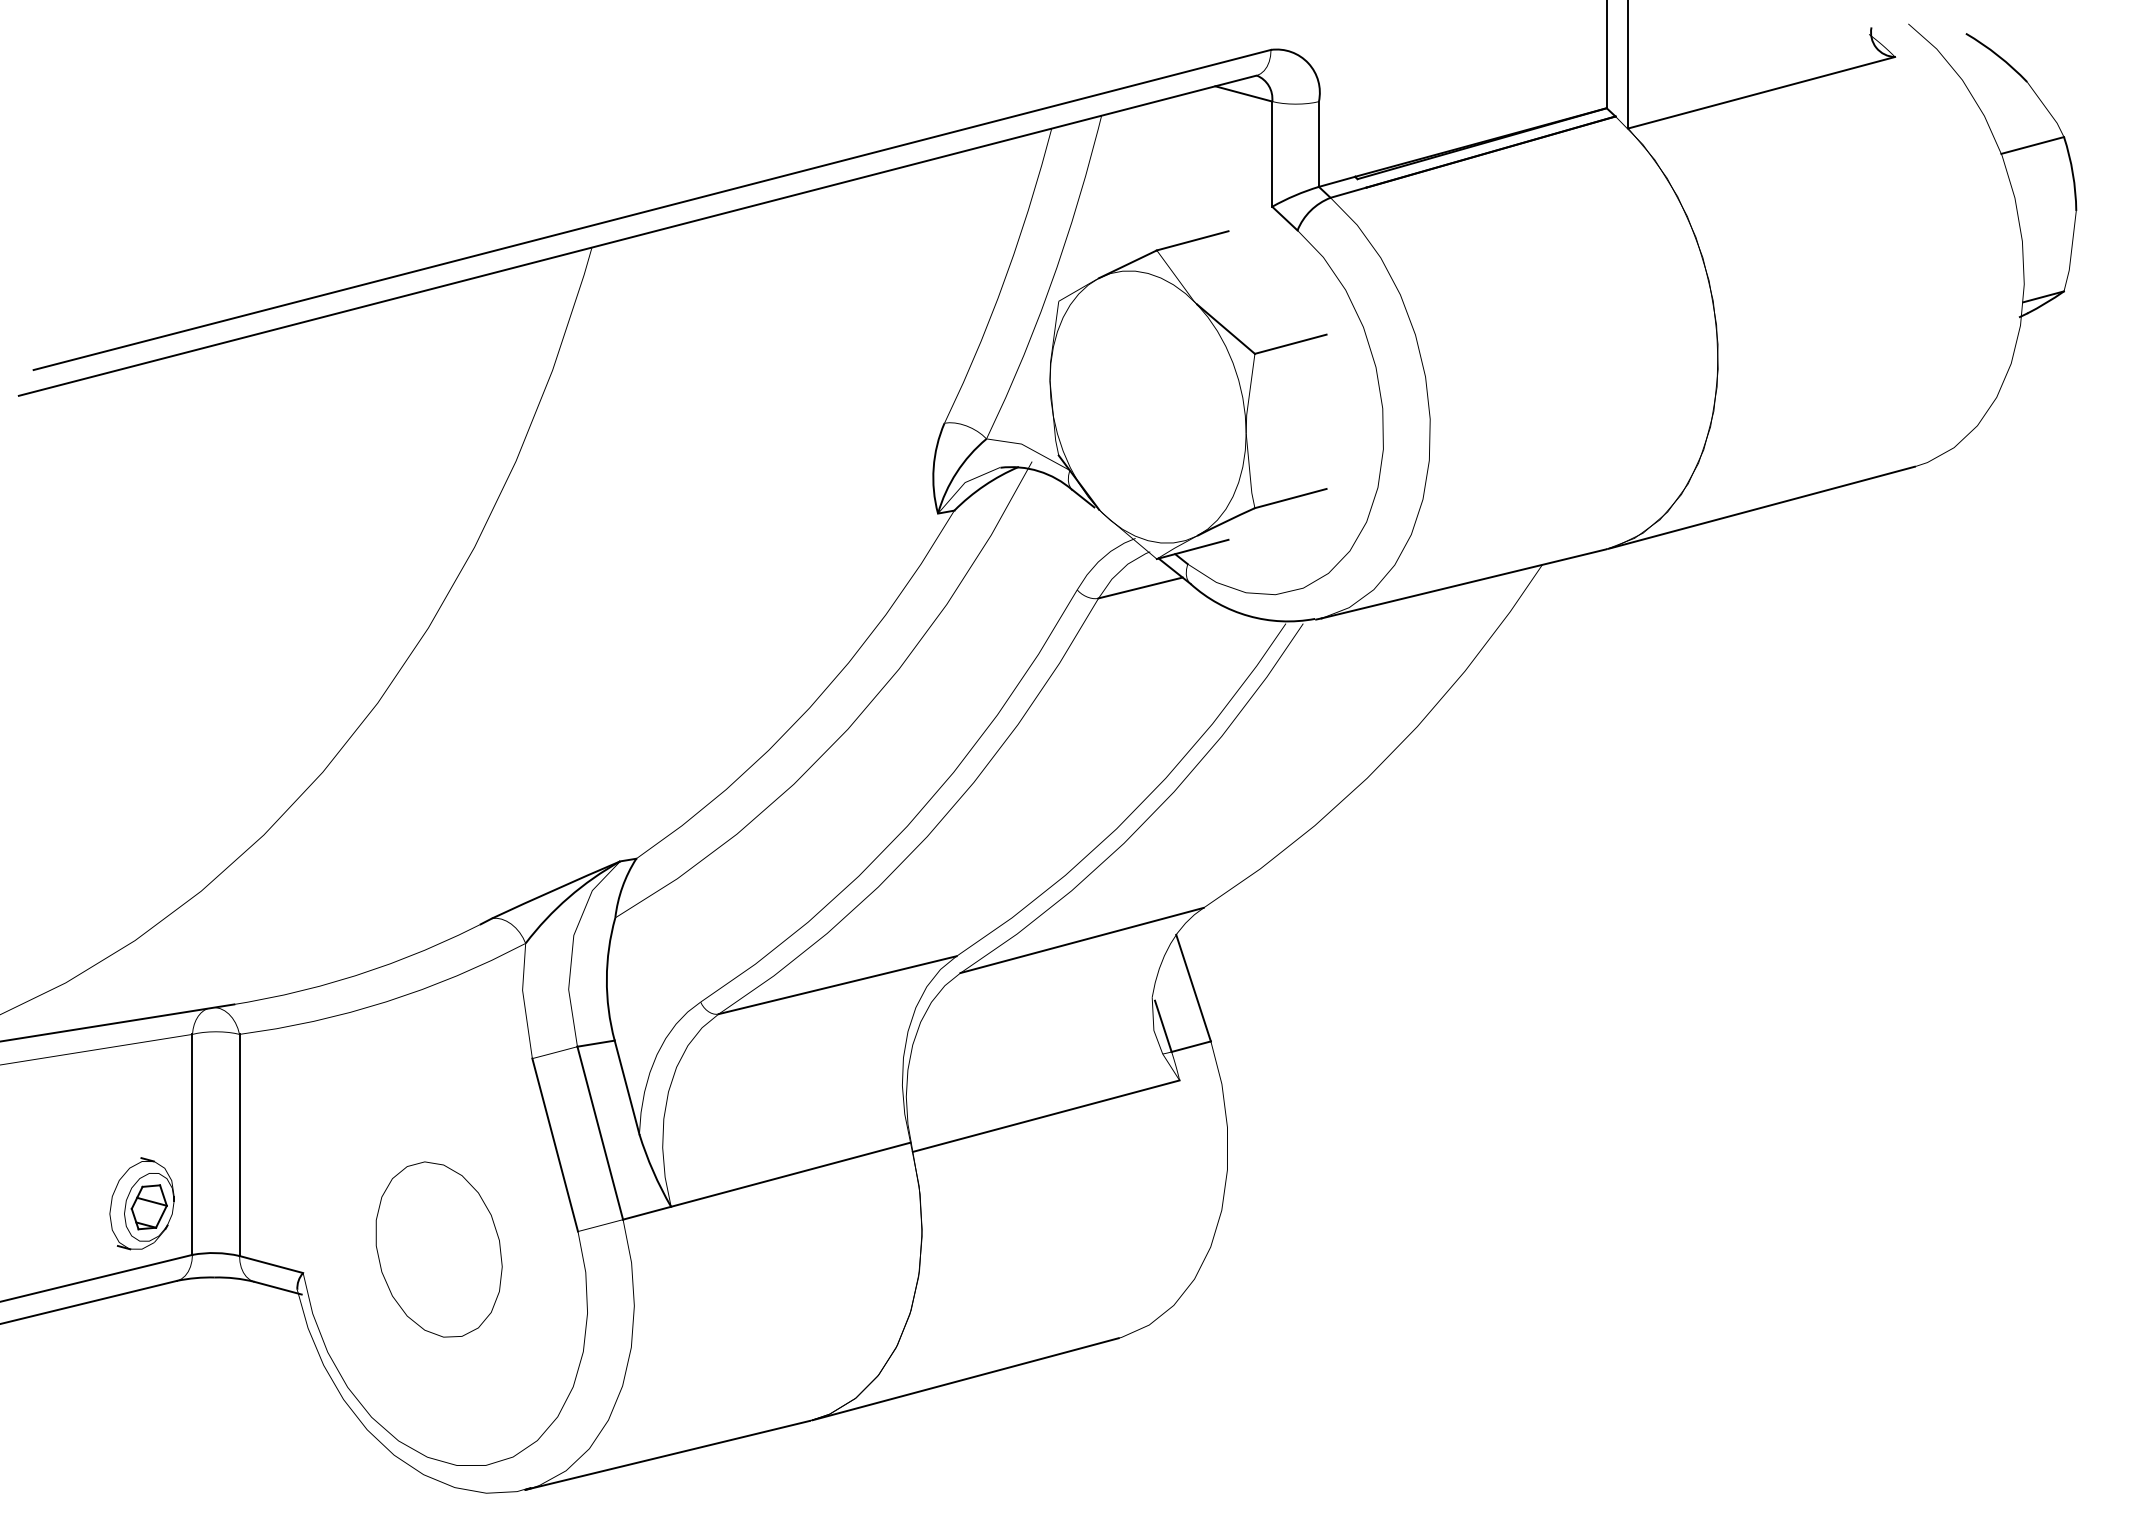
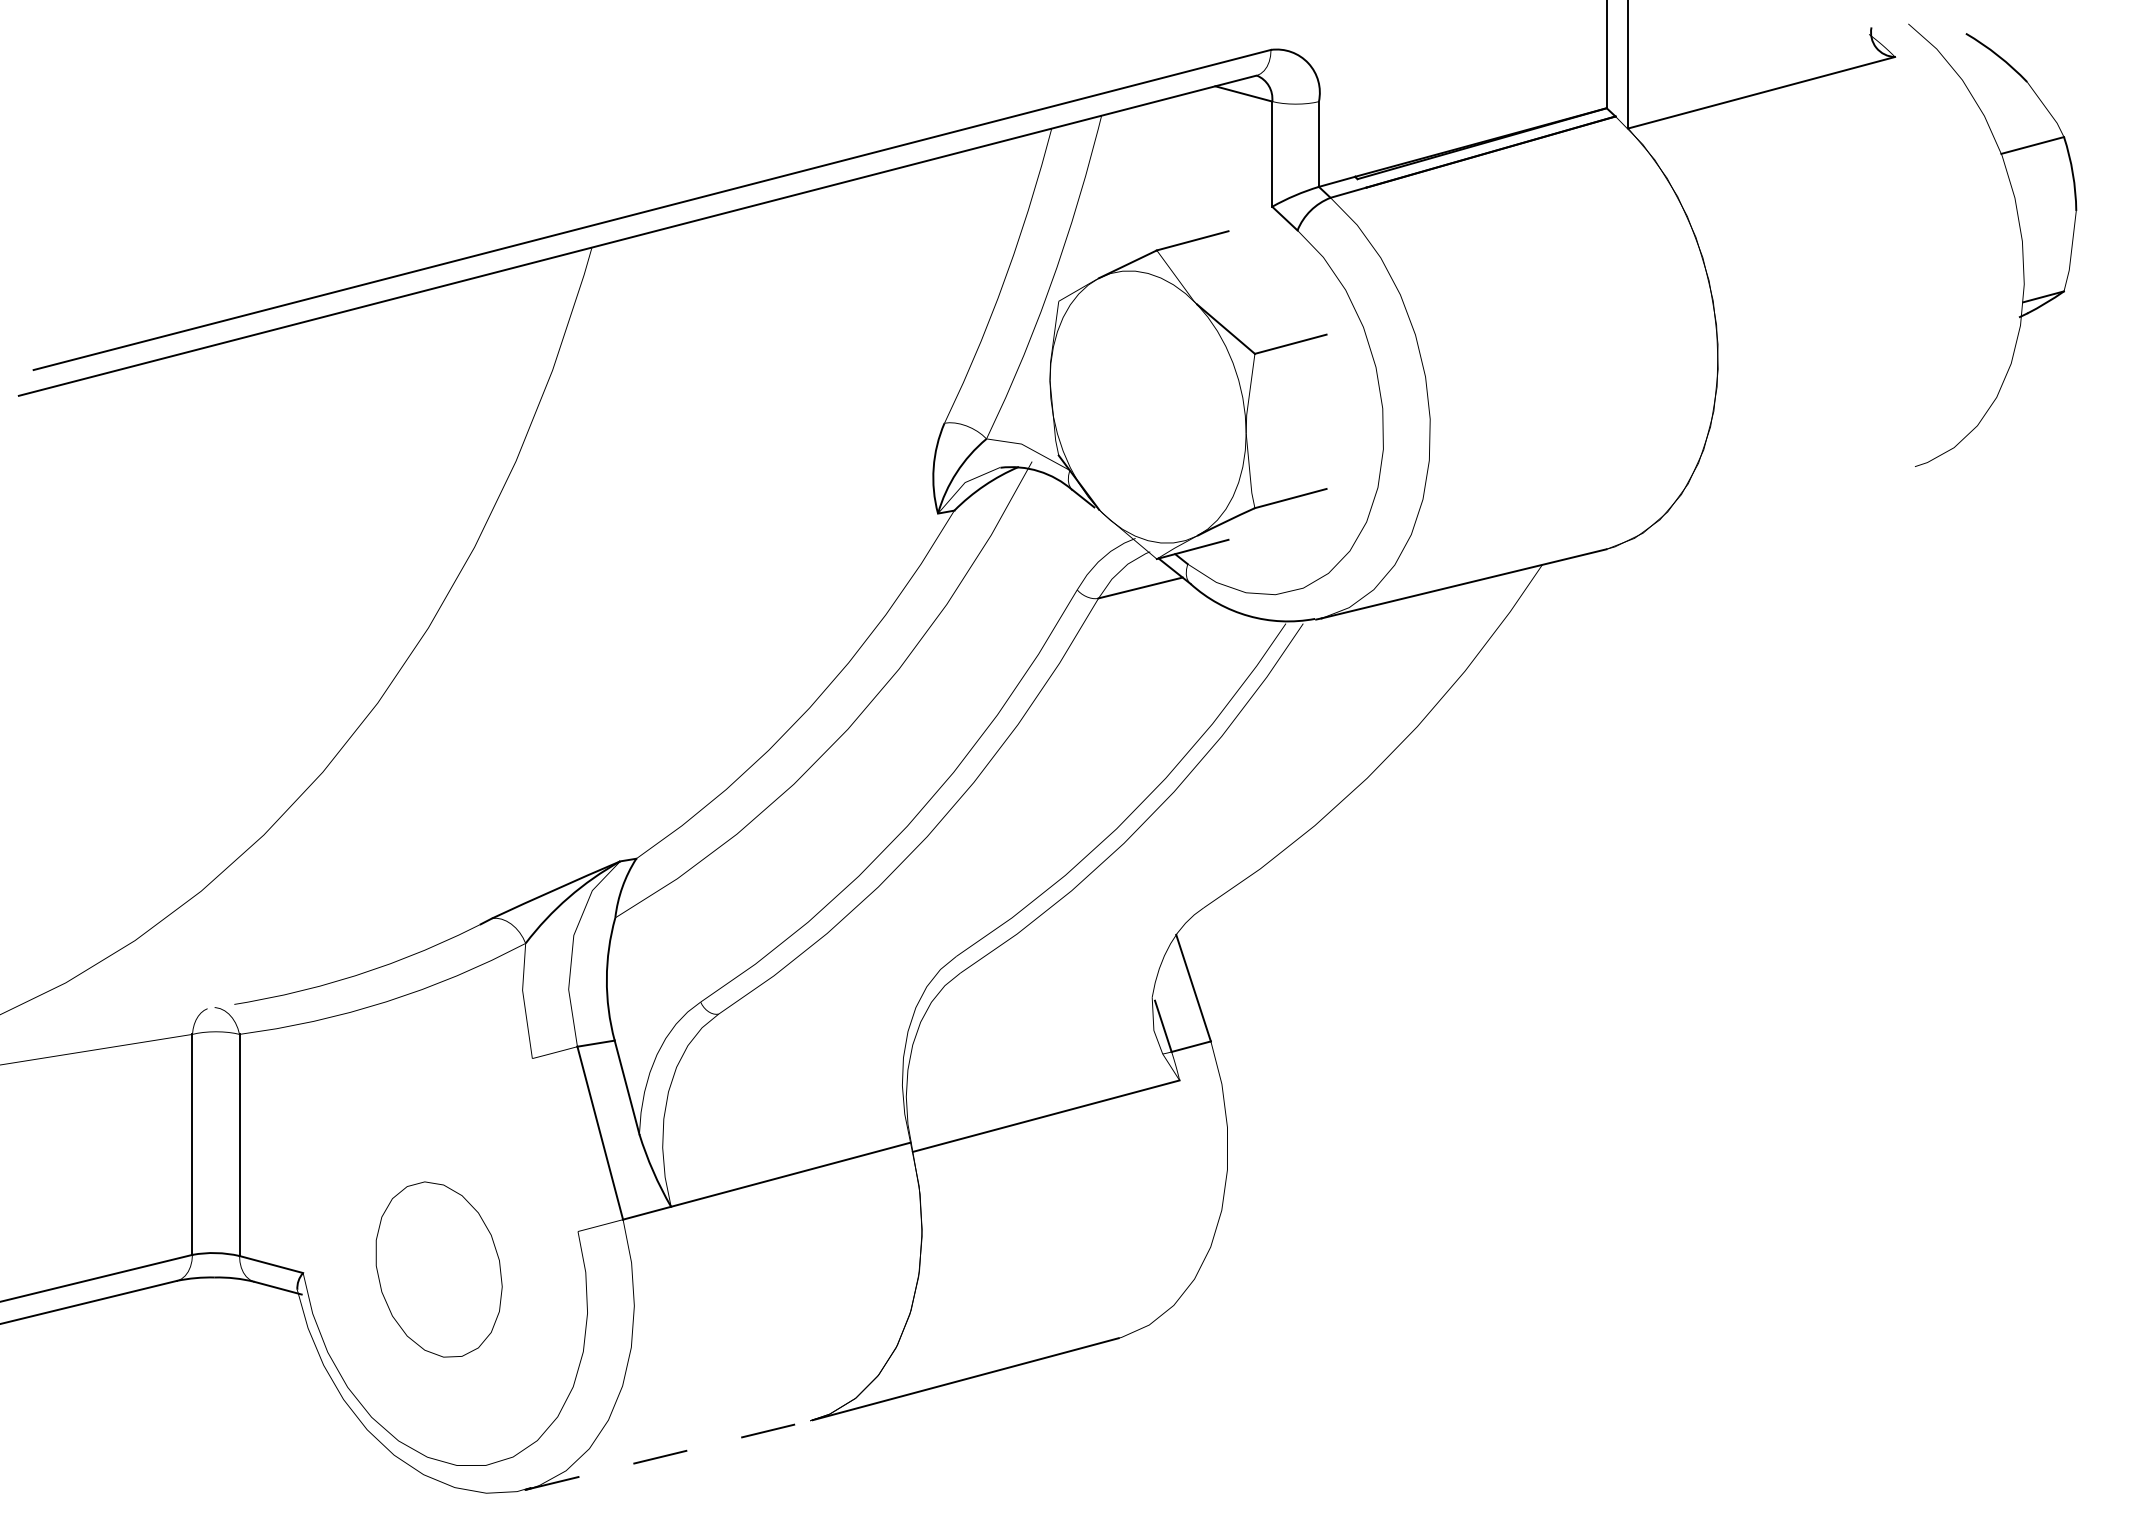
line at (1761, 507): present -> none
line at (1081, 940): present -> none
line at (837, 985): present -> none
line at (118, 1022): present -> none
line at (555, 1144): present -> none
part at (141, 1203): present -> none
part at (438, 1249) position: (438, 1249) -> (438, 1269)
line at (668, 1455): solid -> dashed
